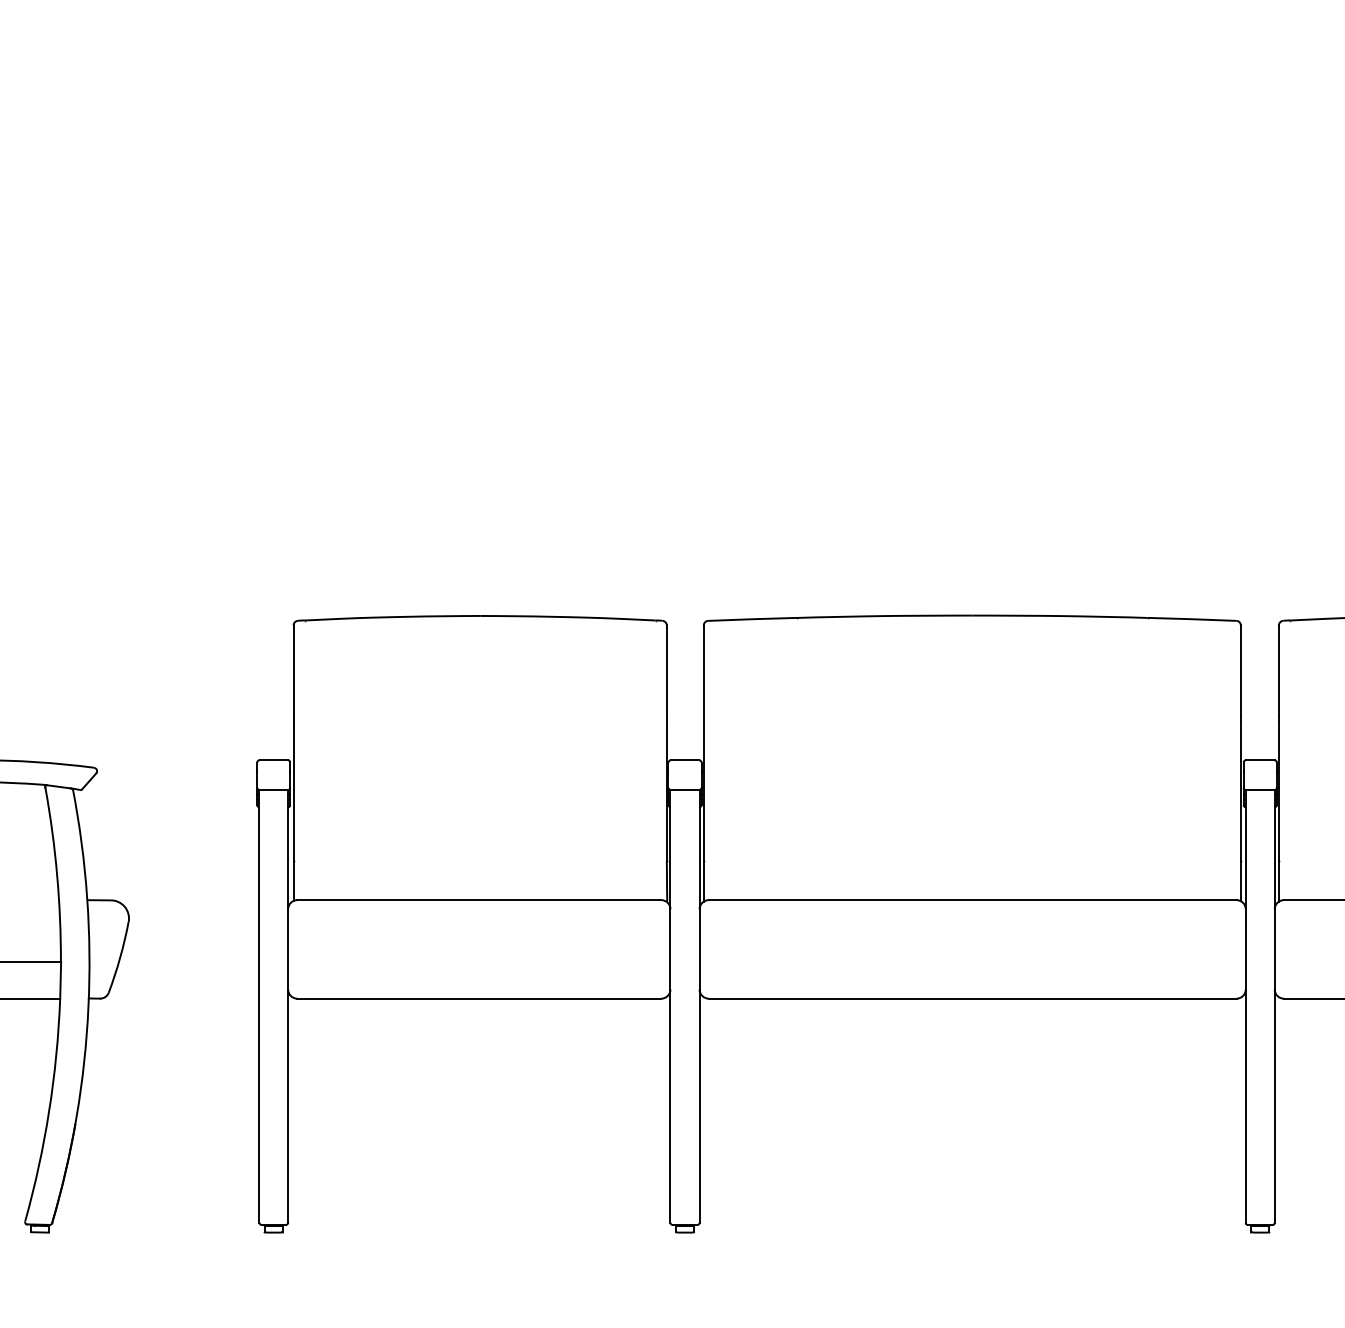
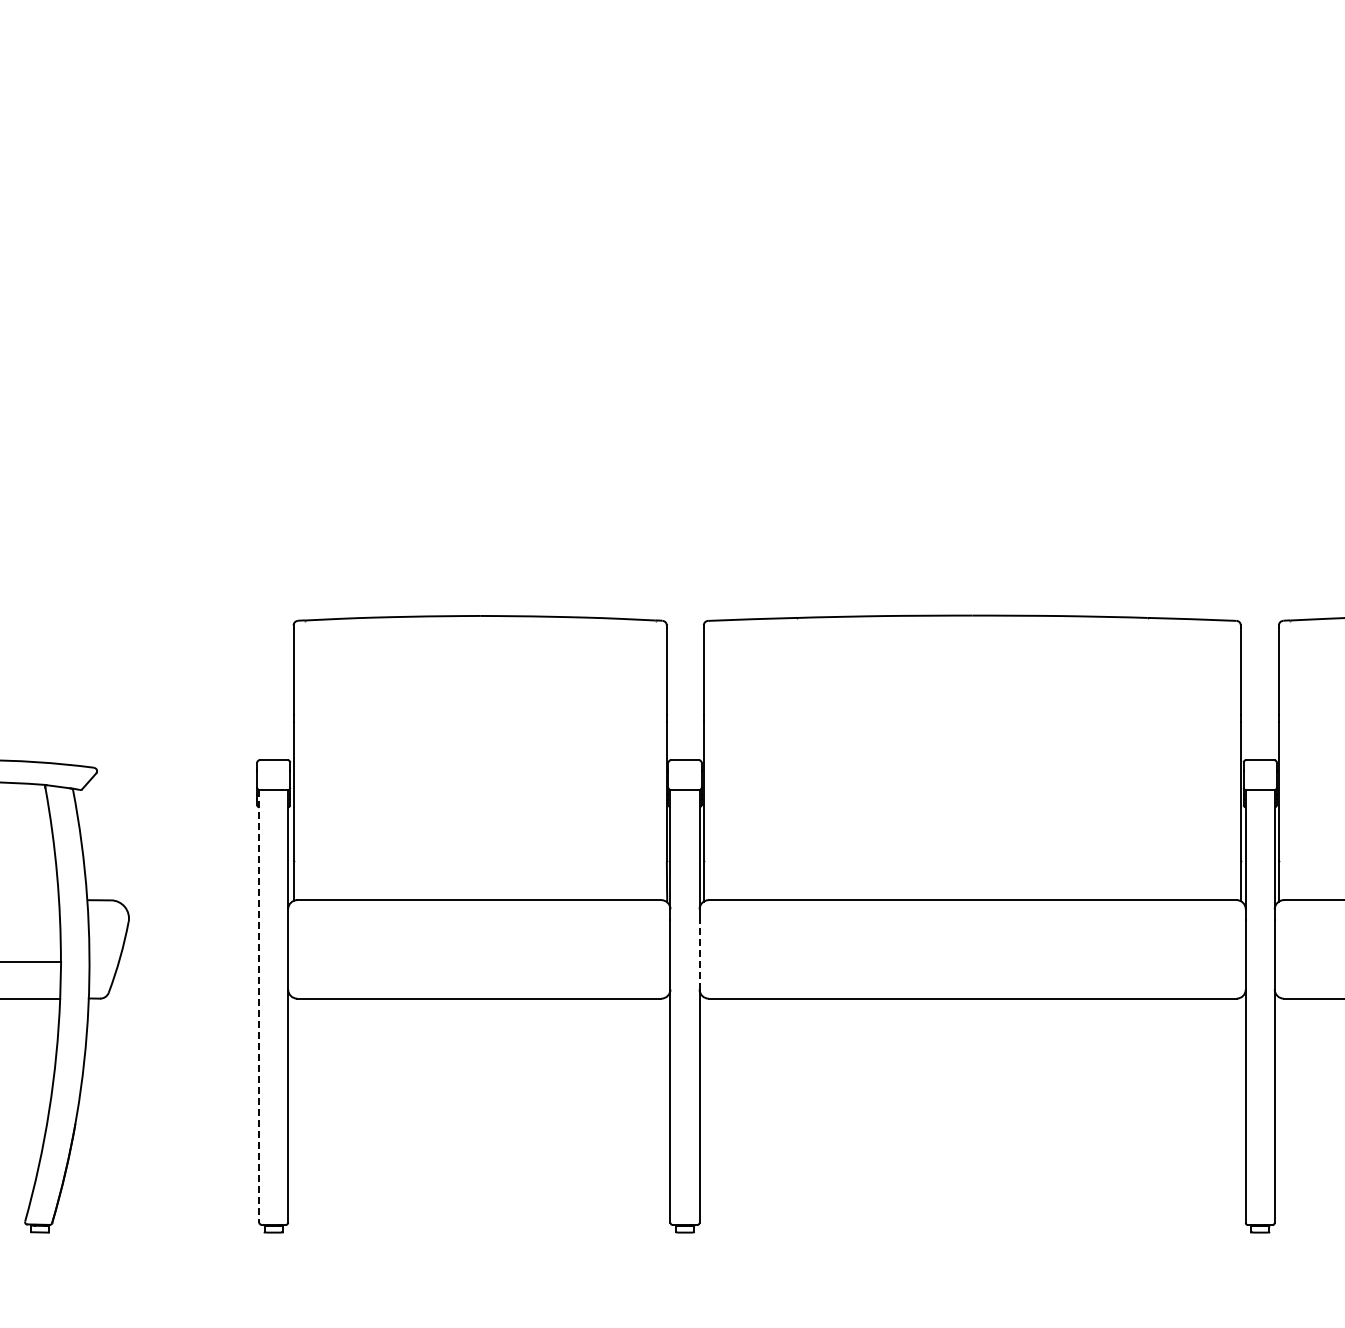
line at (699, 954): solid -> dashed
line at (259, 1006): solid -> dashed
